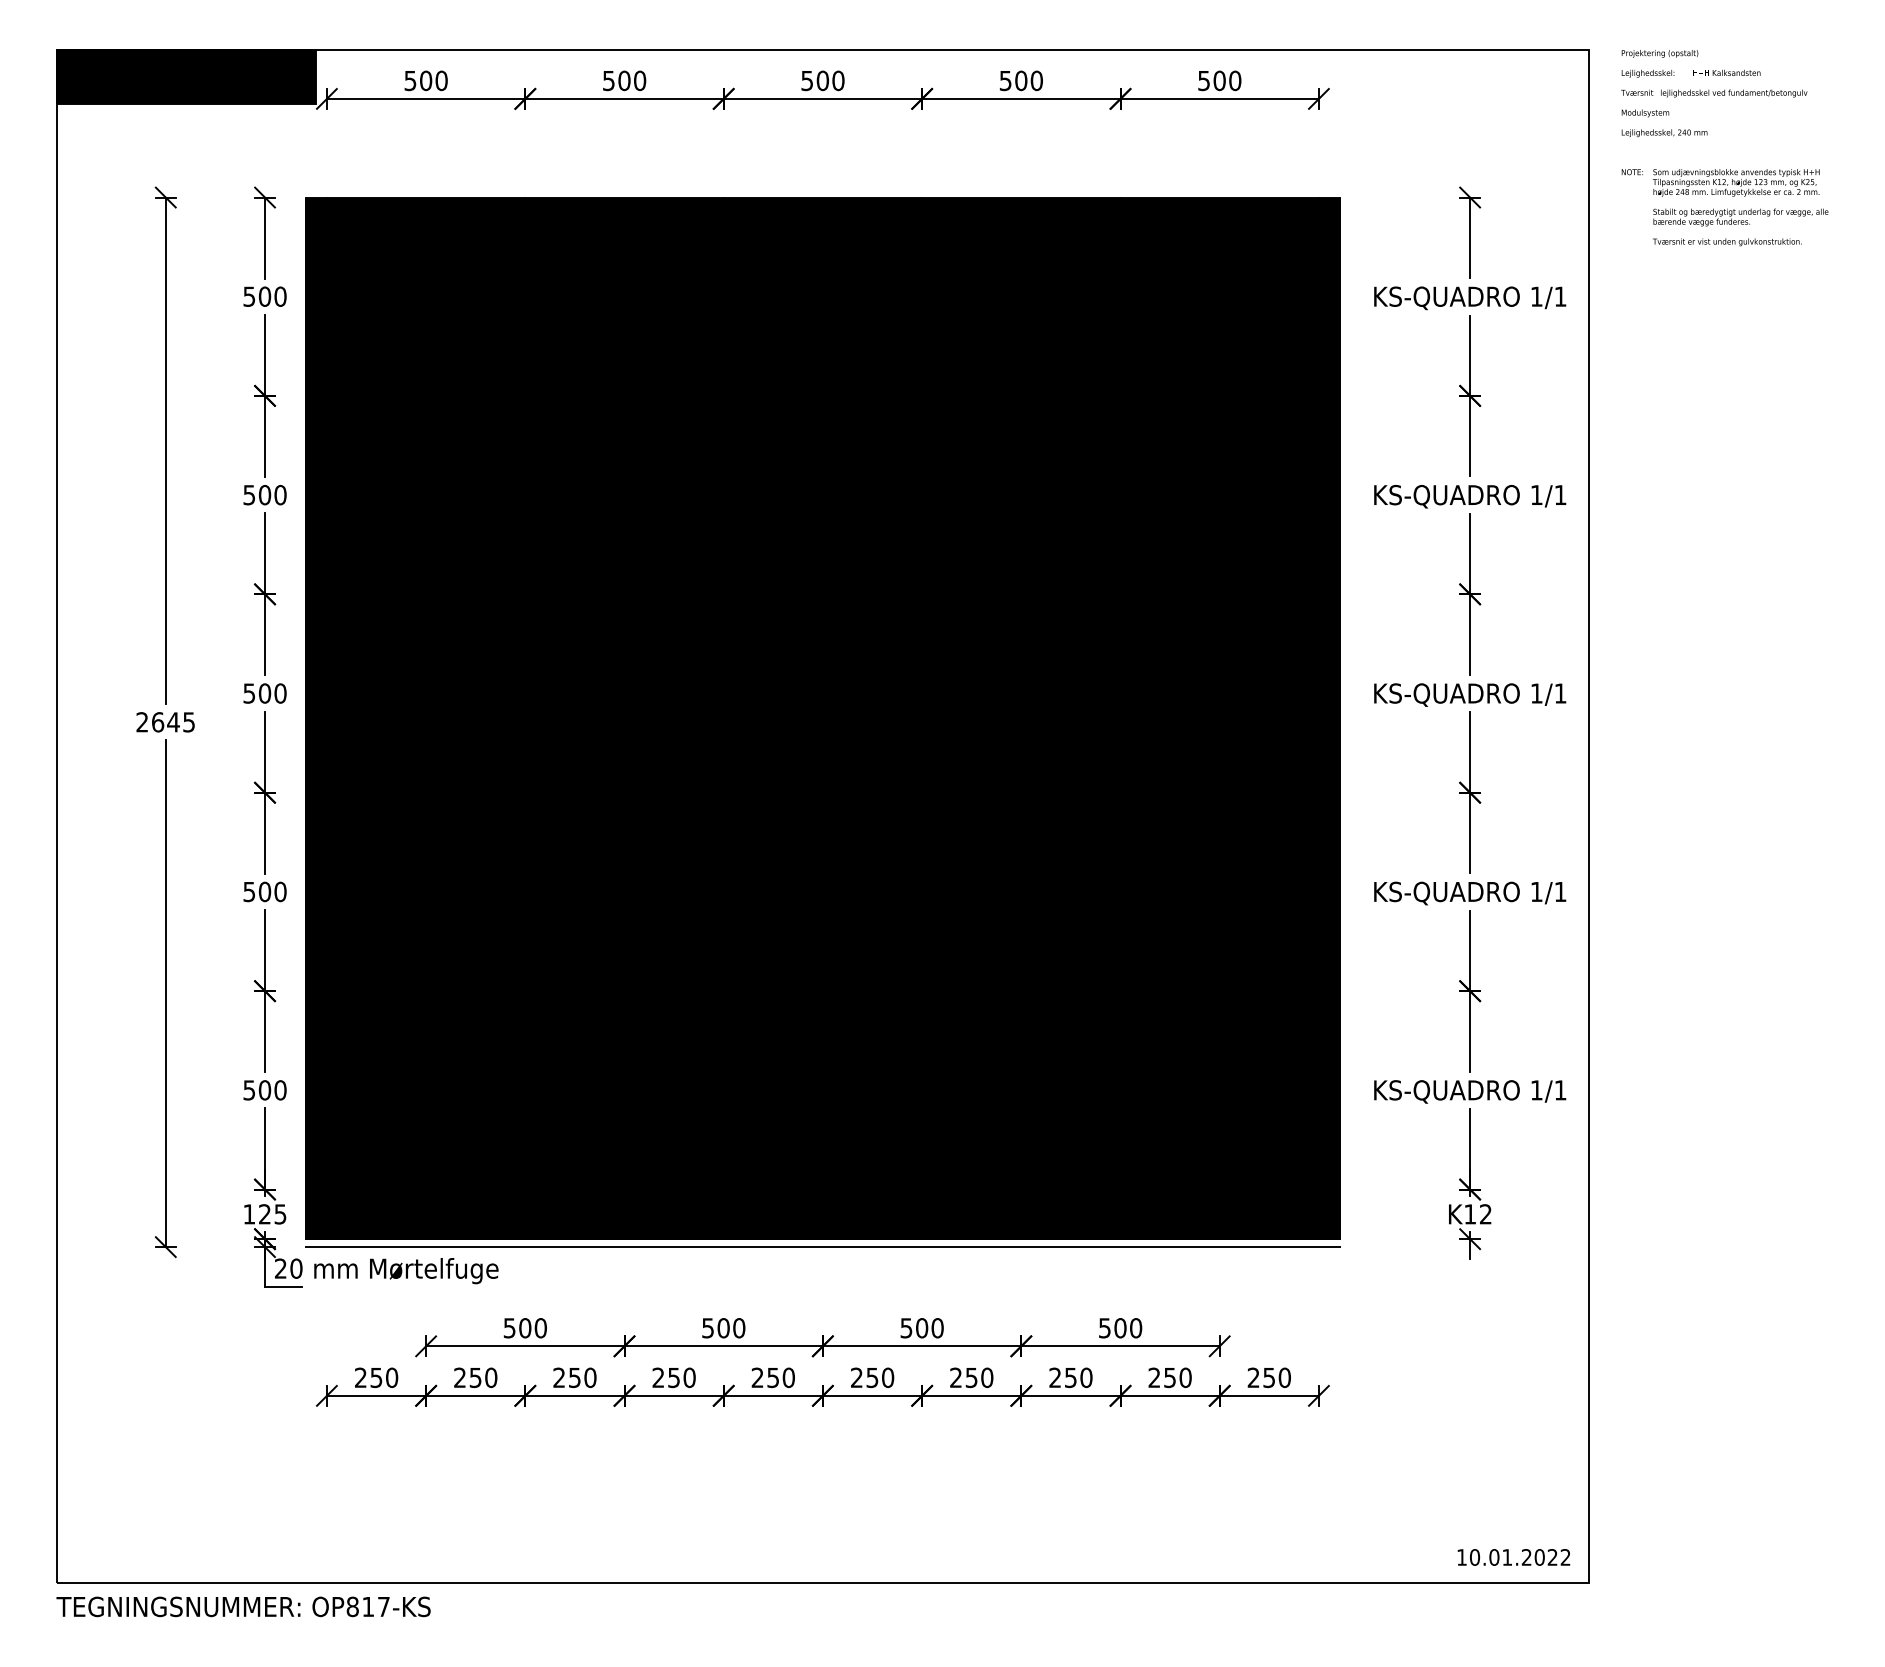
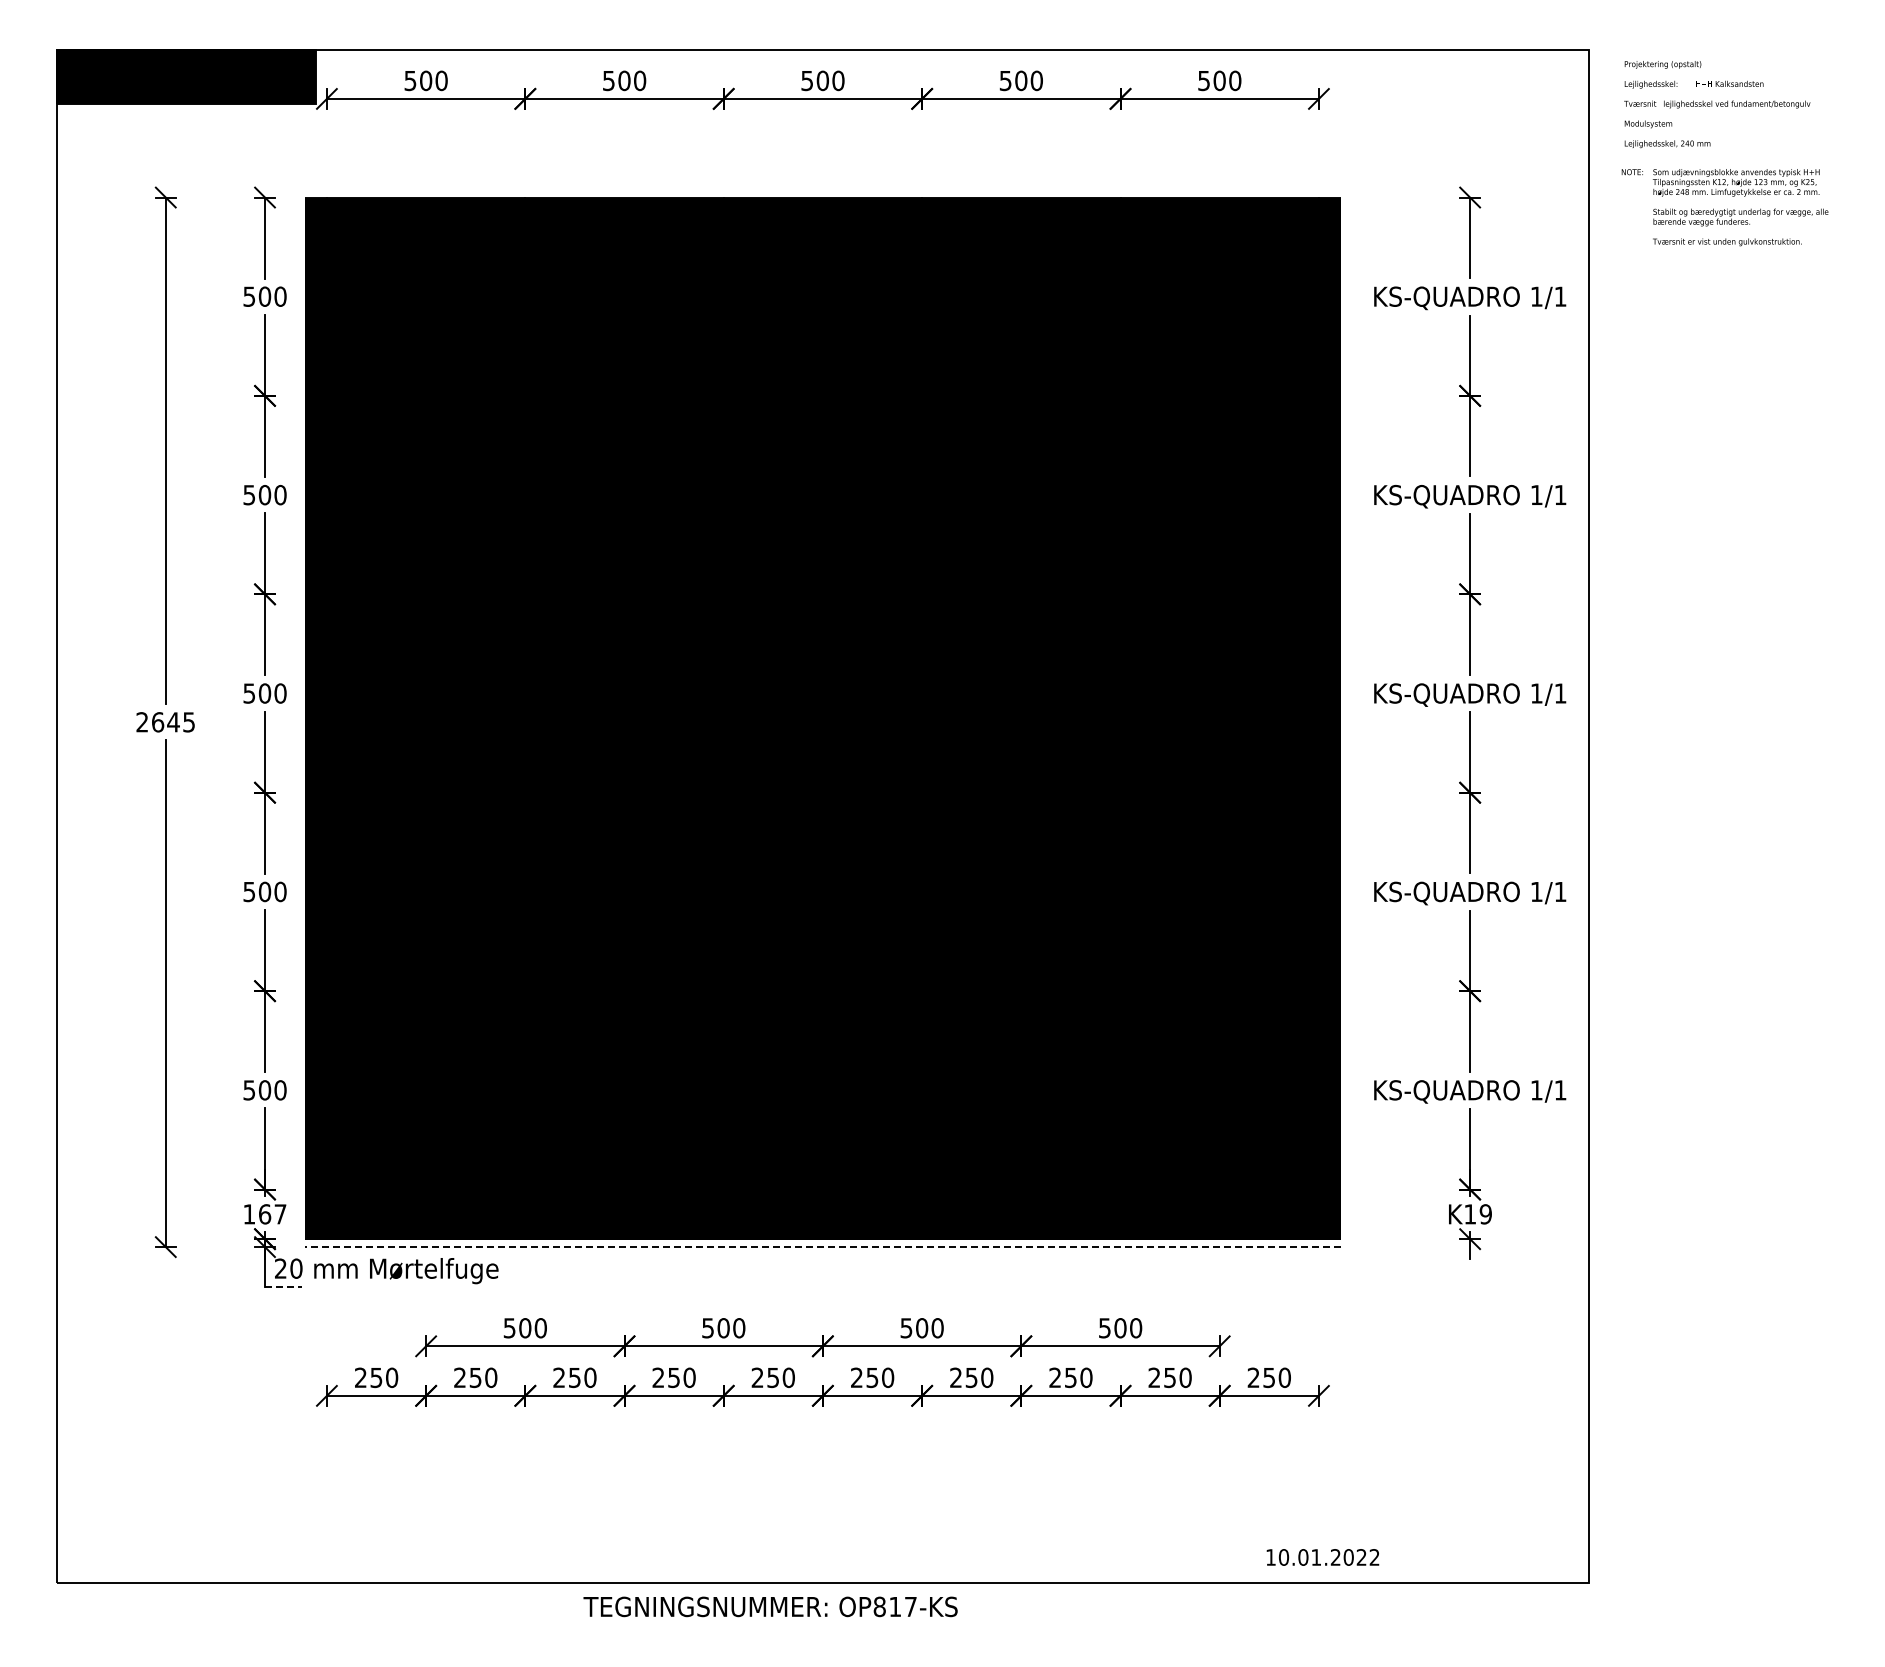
text at (1714, 93) position: (1714, 93) -> (1717, 104)
text at (272, 1214): 125 -> 167
text at (1485, 1214): K12 -> K19
line at (822, 1247): solid -> dashed
line at (283, 1286): solid -> dashed
text at (1513, 1557) position: (1513, 1557) -> (1322, 1557)
text at (243, 1606) position: (243, 1606) -> (770, 1606)
